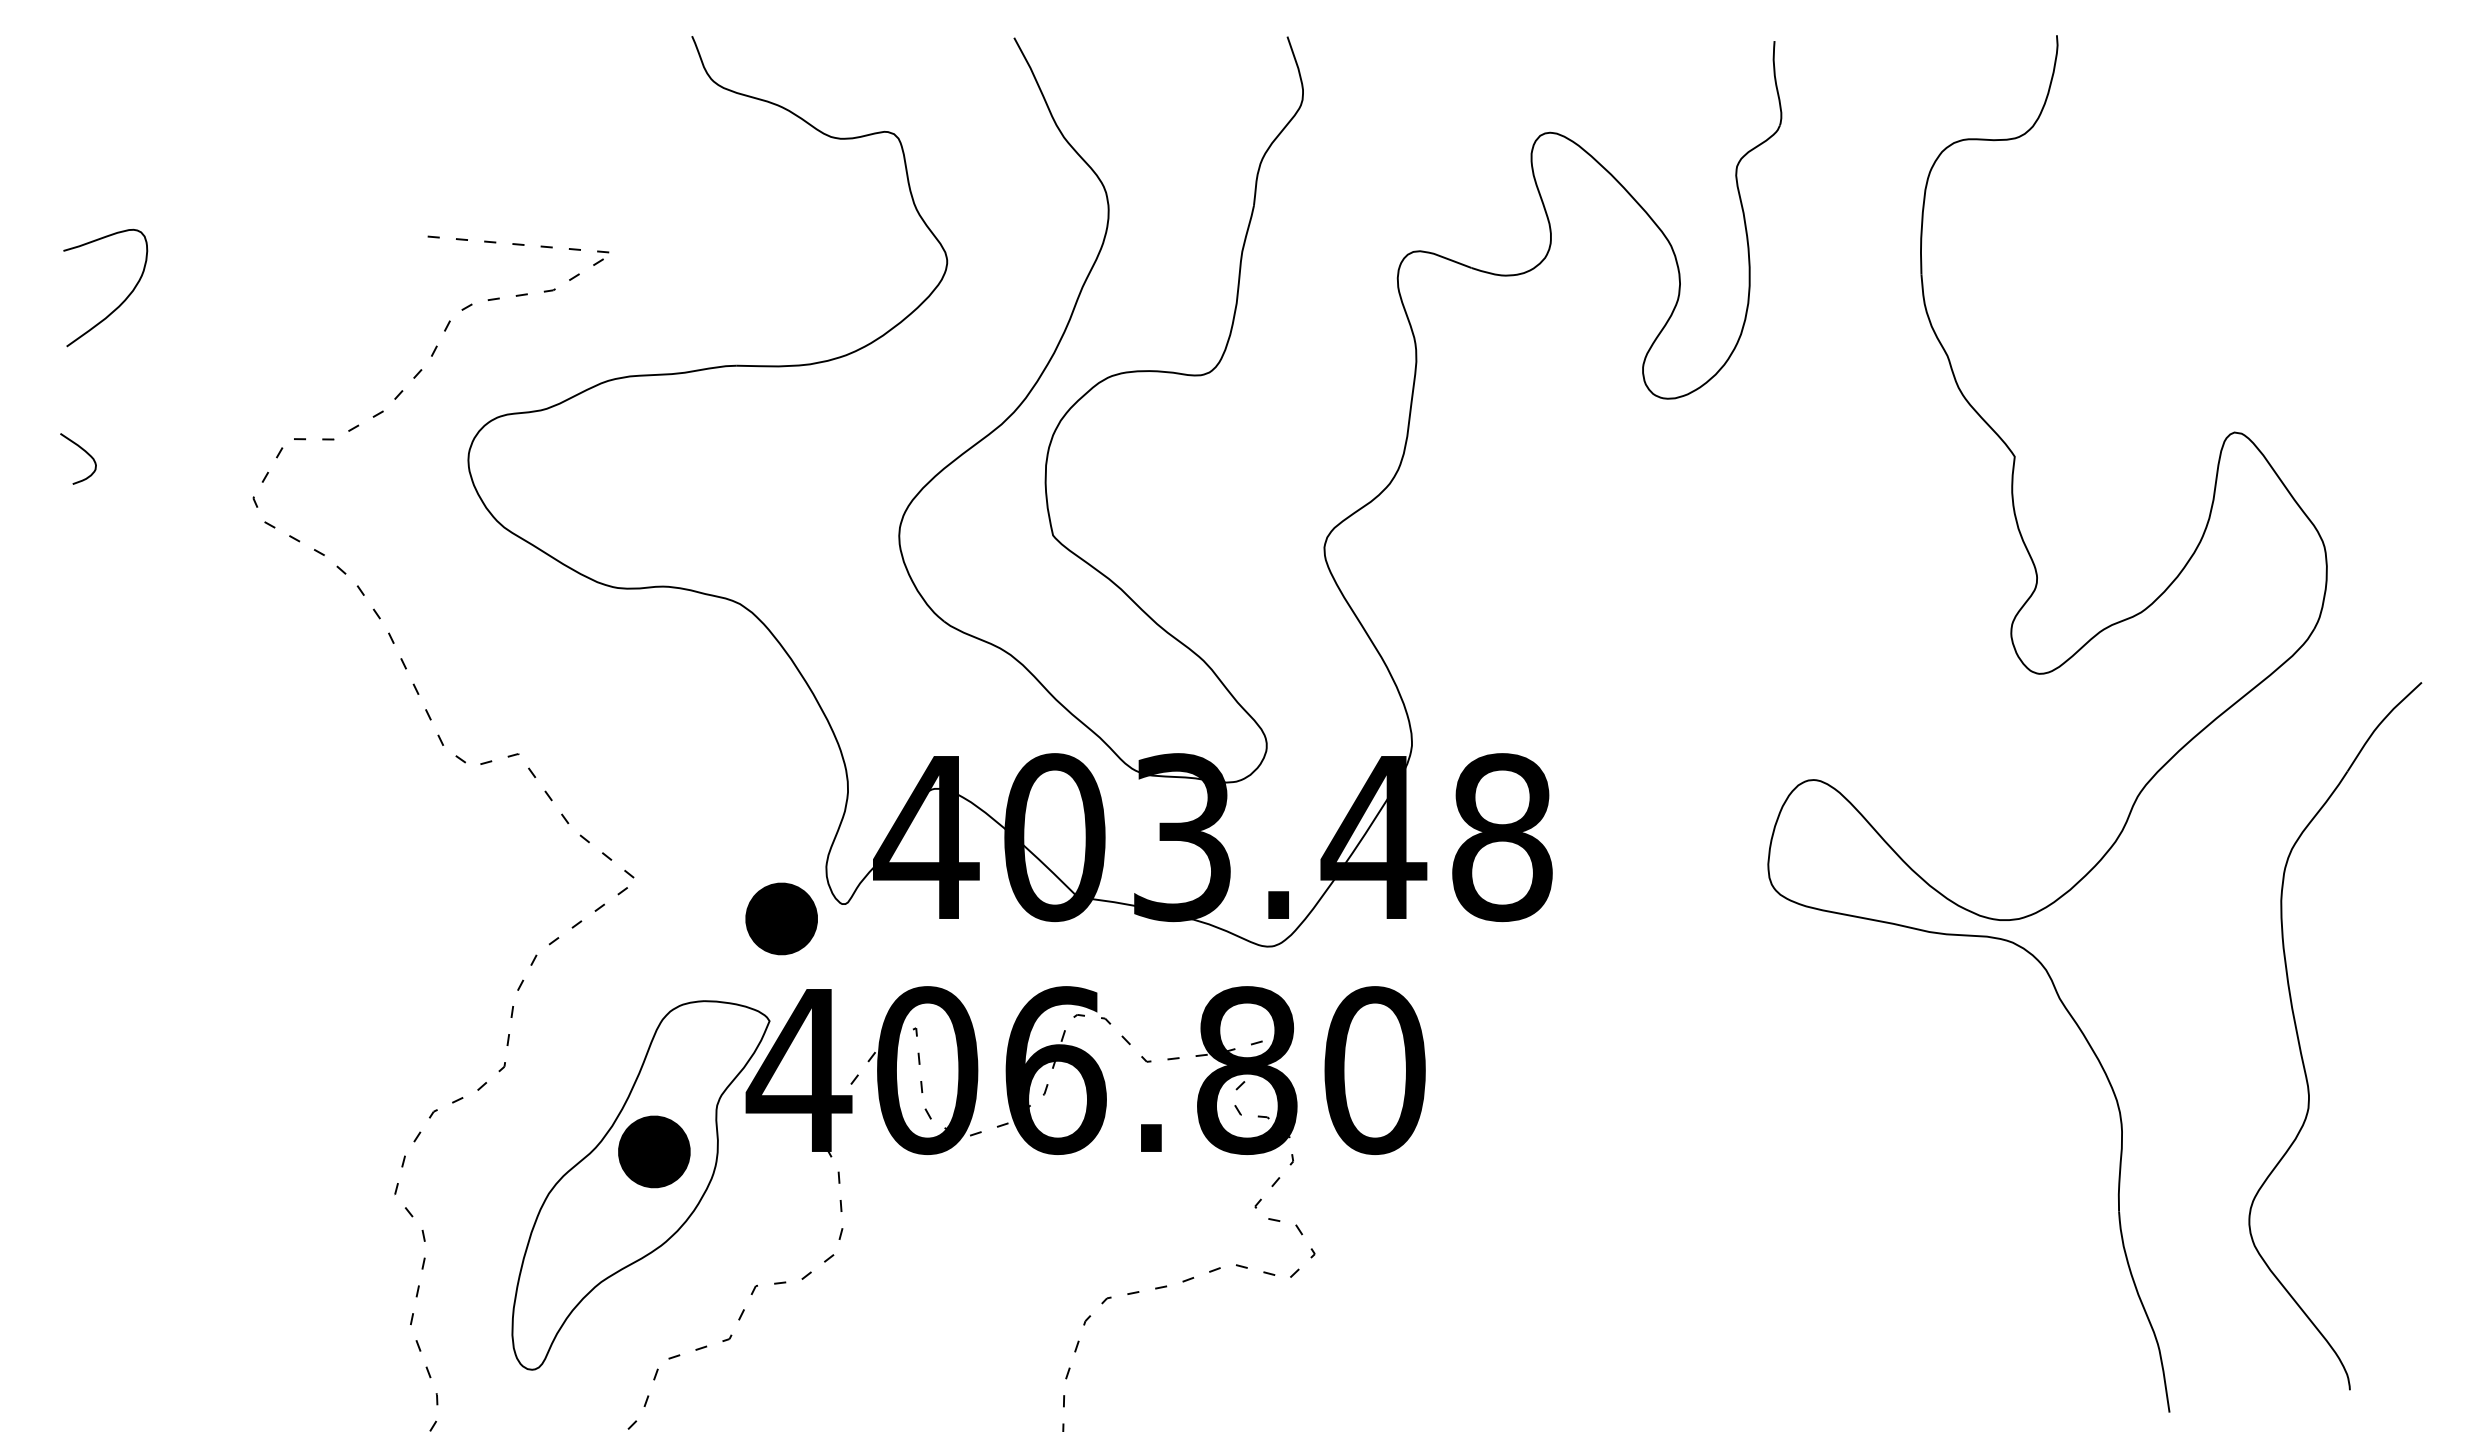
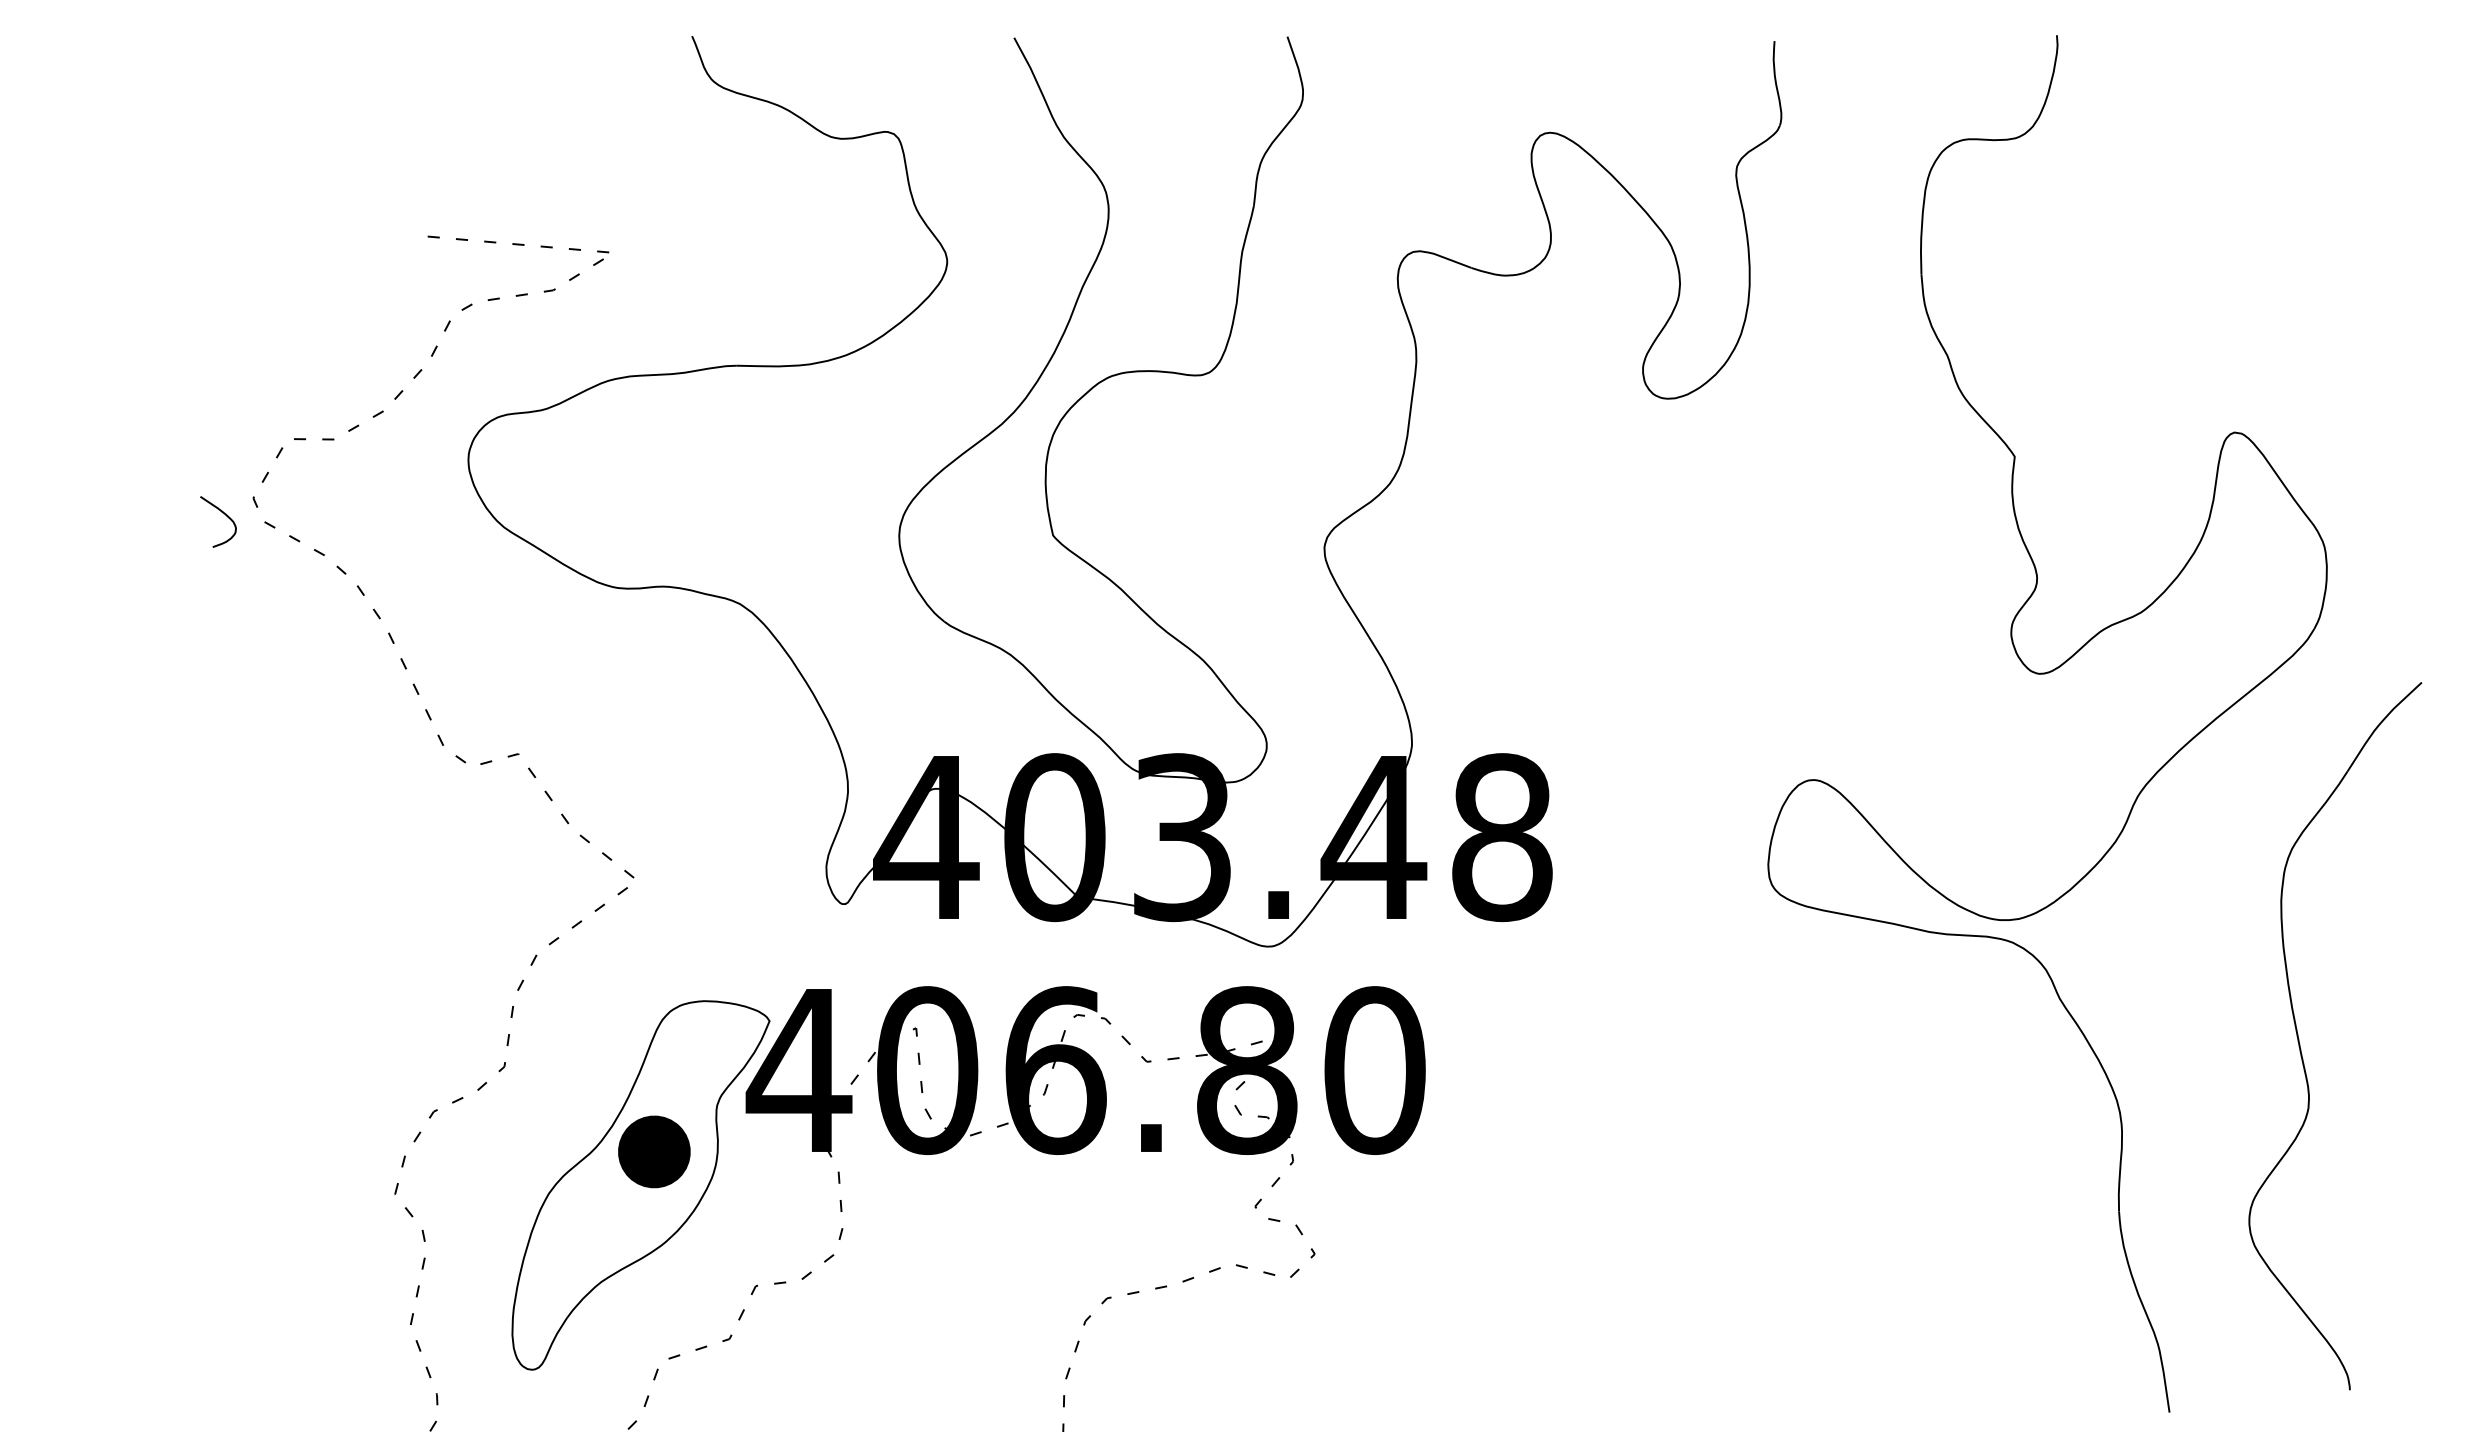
curve at (121, 302): present -> none
curve at (82, 450) position: (82, 450) -> (222, 513)
part at (781, 918): present -> none
